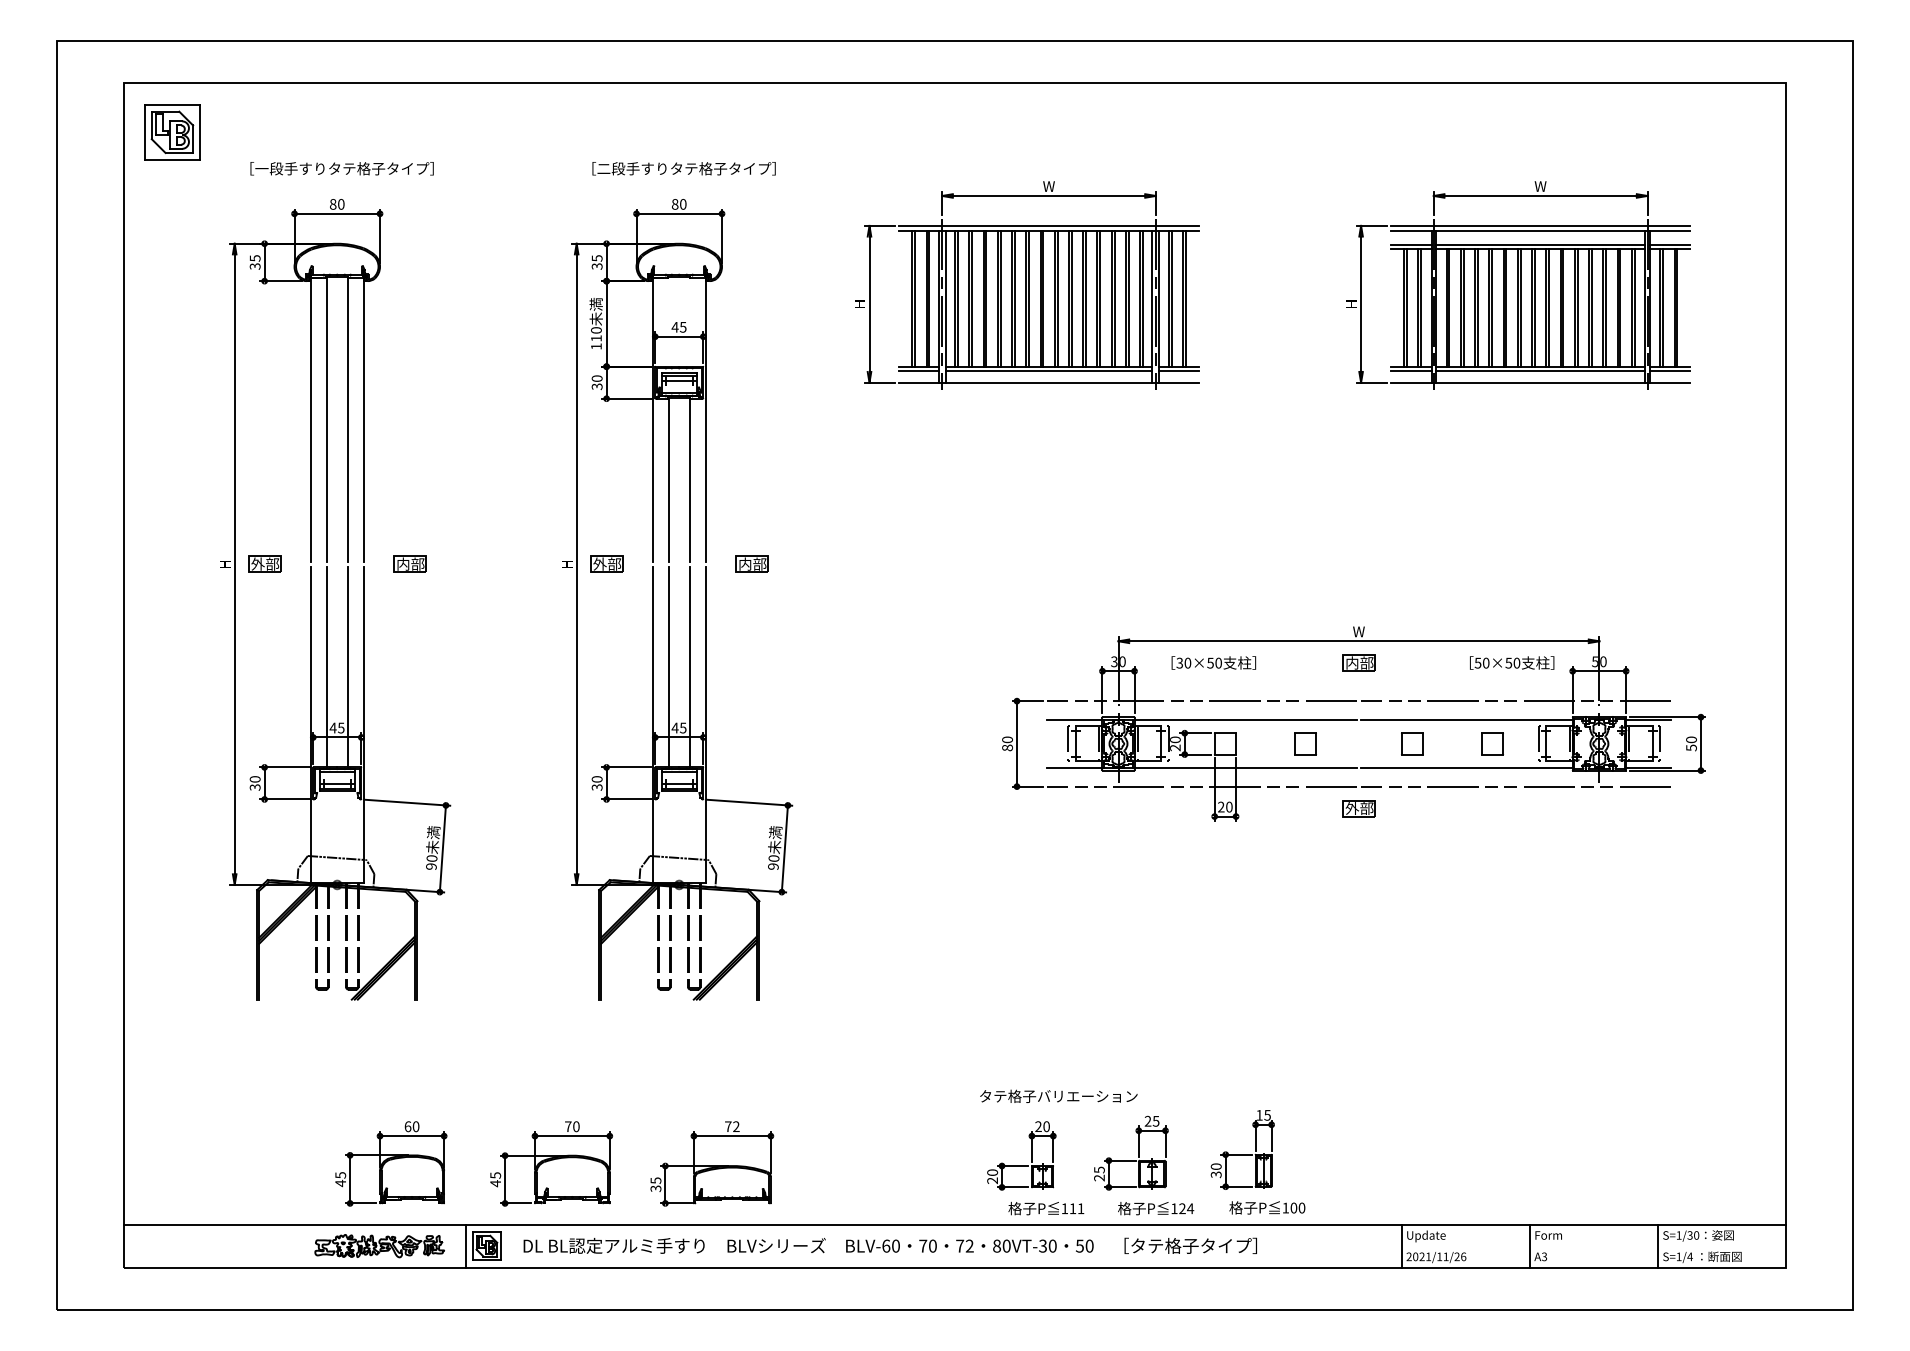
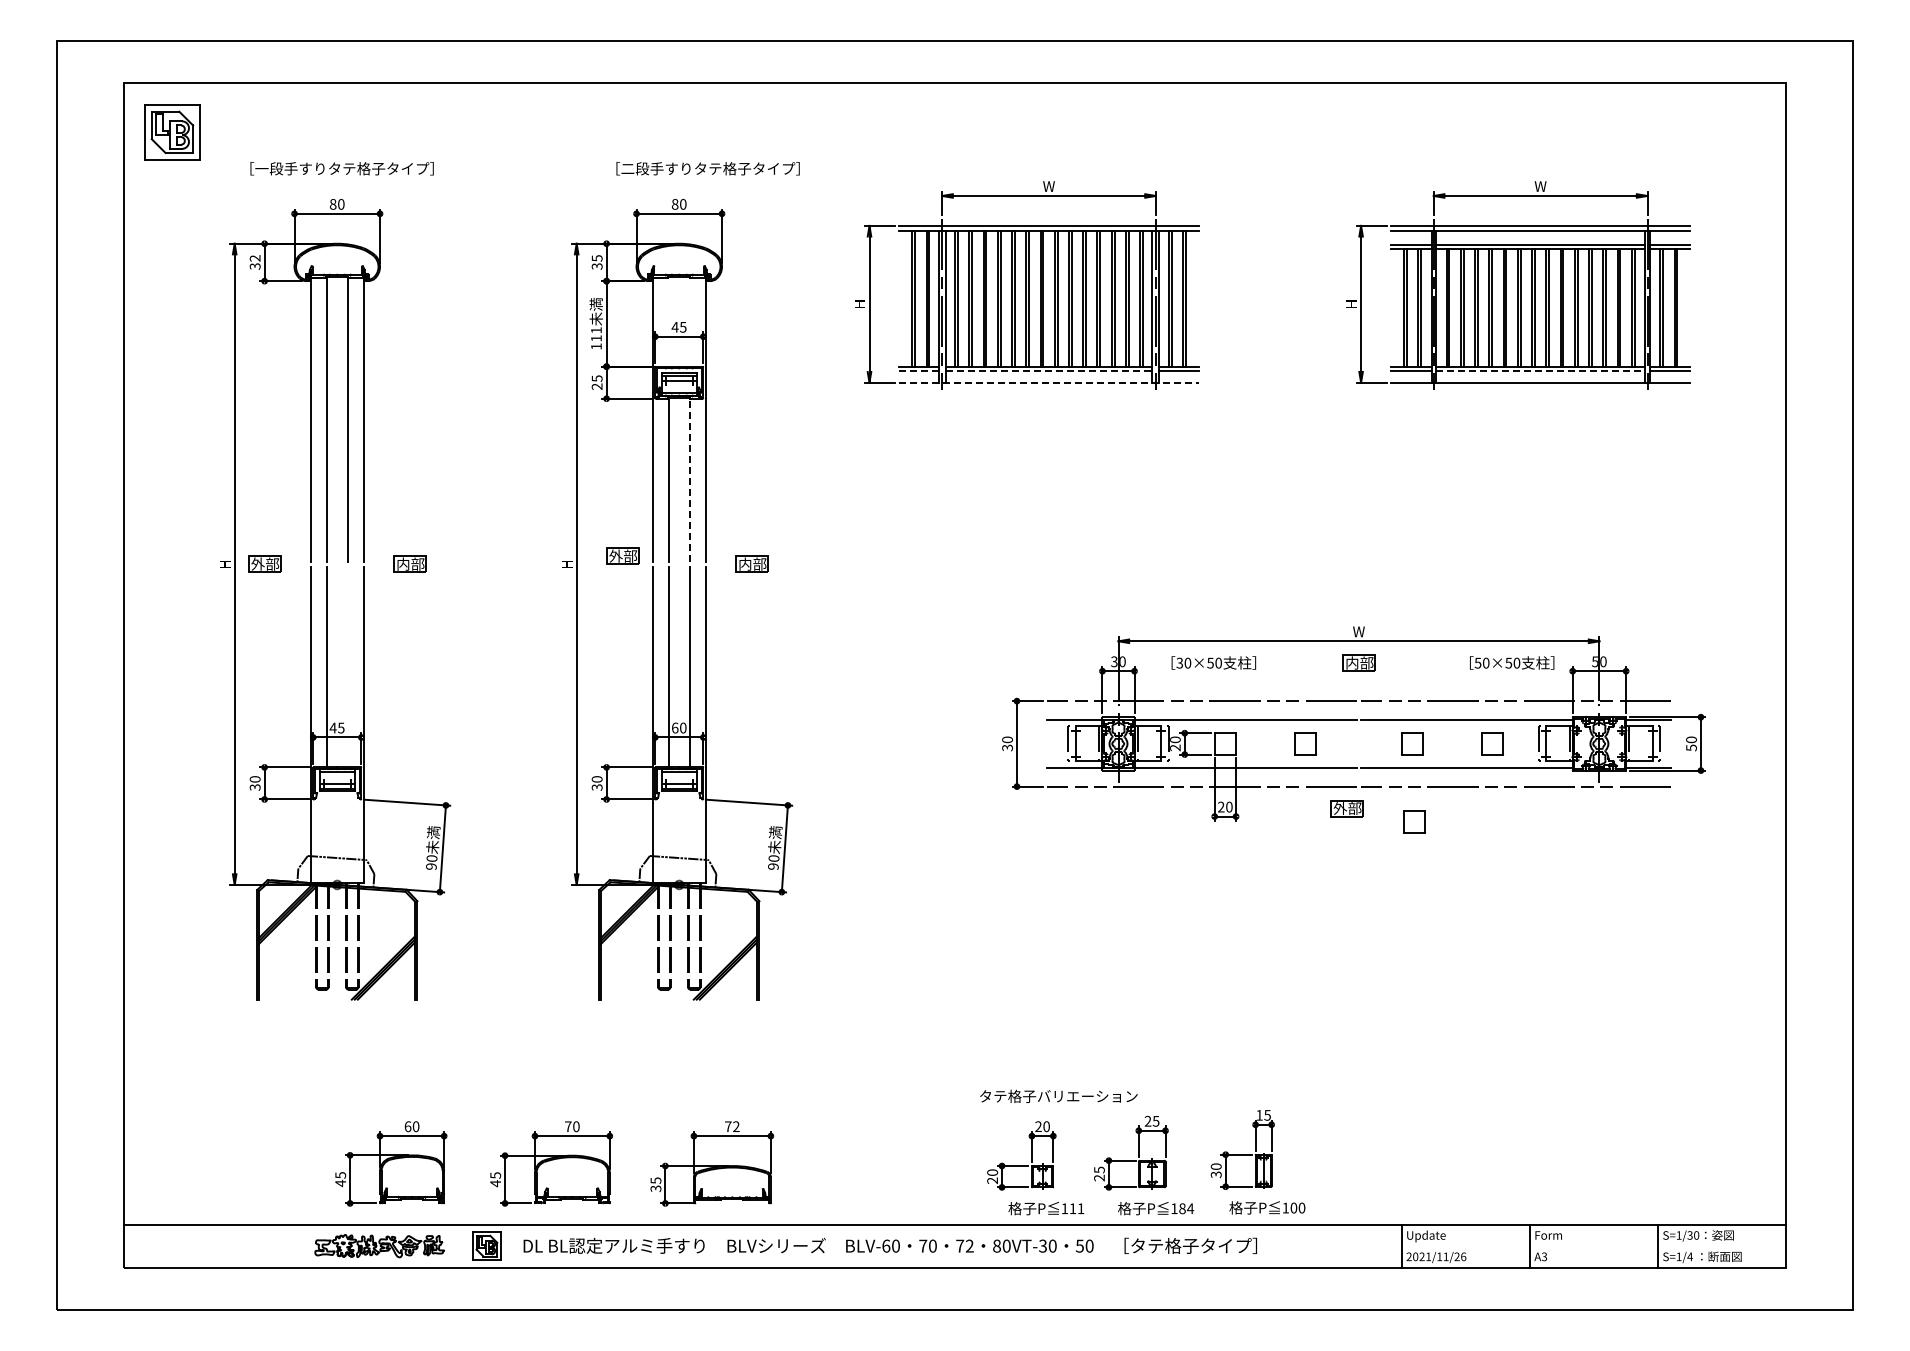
text at (683, 168) position: (683, 168) -> (707, 168)
text at (254, 258): 35 -> 32
text at (596, 330): 110 -> 111
line at (919, 371): solid -> dashed
line at (1049, 371): solid -> dashed
line at (1540, 371): solid -> dashed
text at (596, 382): 30 -> 25
line at (1049, 382): solid -> dashed
line at (689, 479): solid -> dashed
part at (606, 563) position: (606, 563) -> (622, 555)
line at (347, 667): present -> none
text at (678, 727): 45 -> 60
text at (1007, 747): 80 -> 30
part at (1358, 808) position: (1358, 808) -> (1346, 808)
part at (1414, 821): none -> present
text at (1182, 1208): 124 -> 184
line at (465, 1245): present -> none
